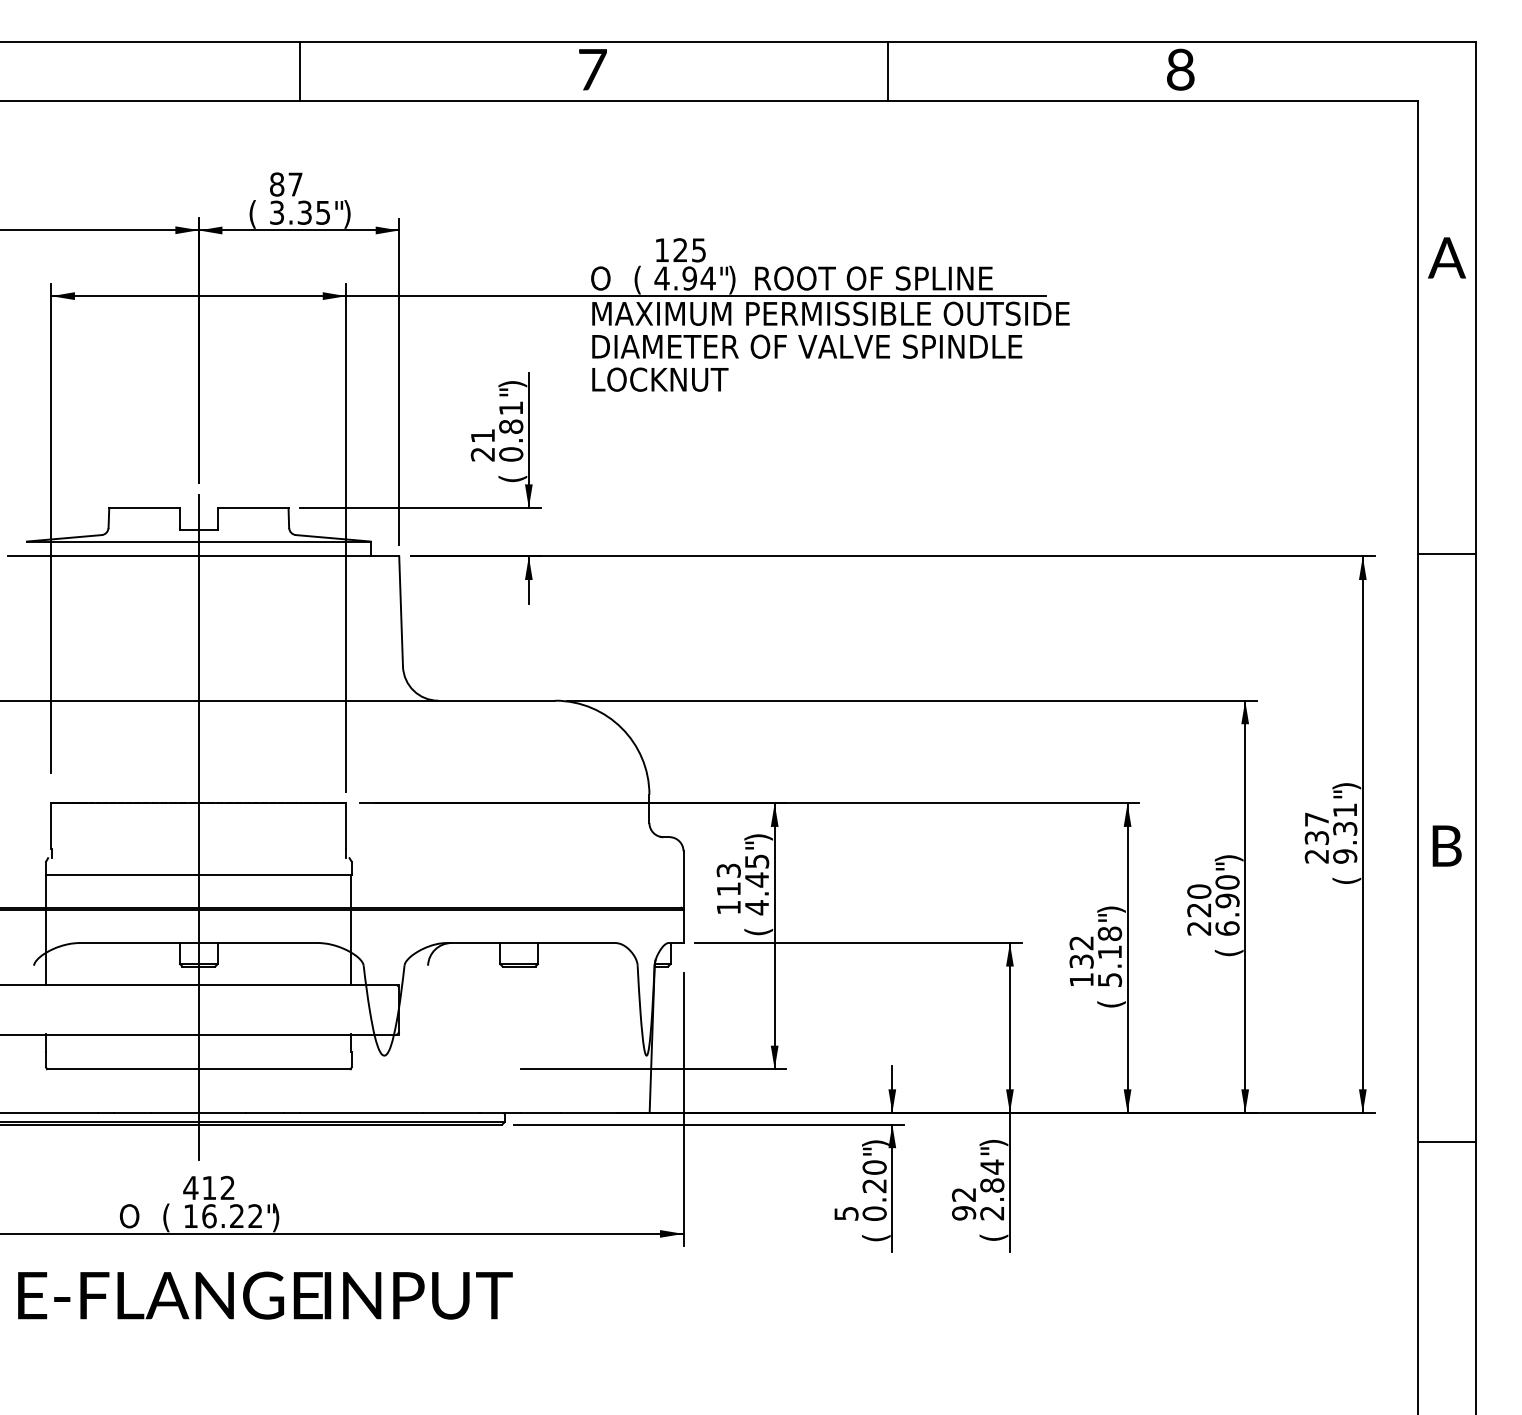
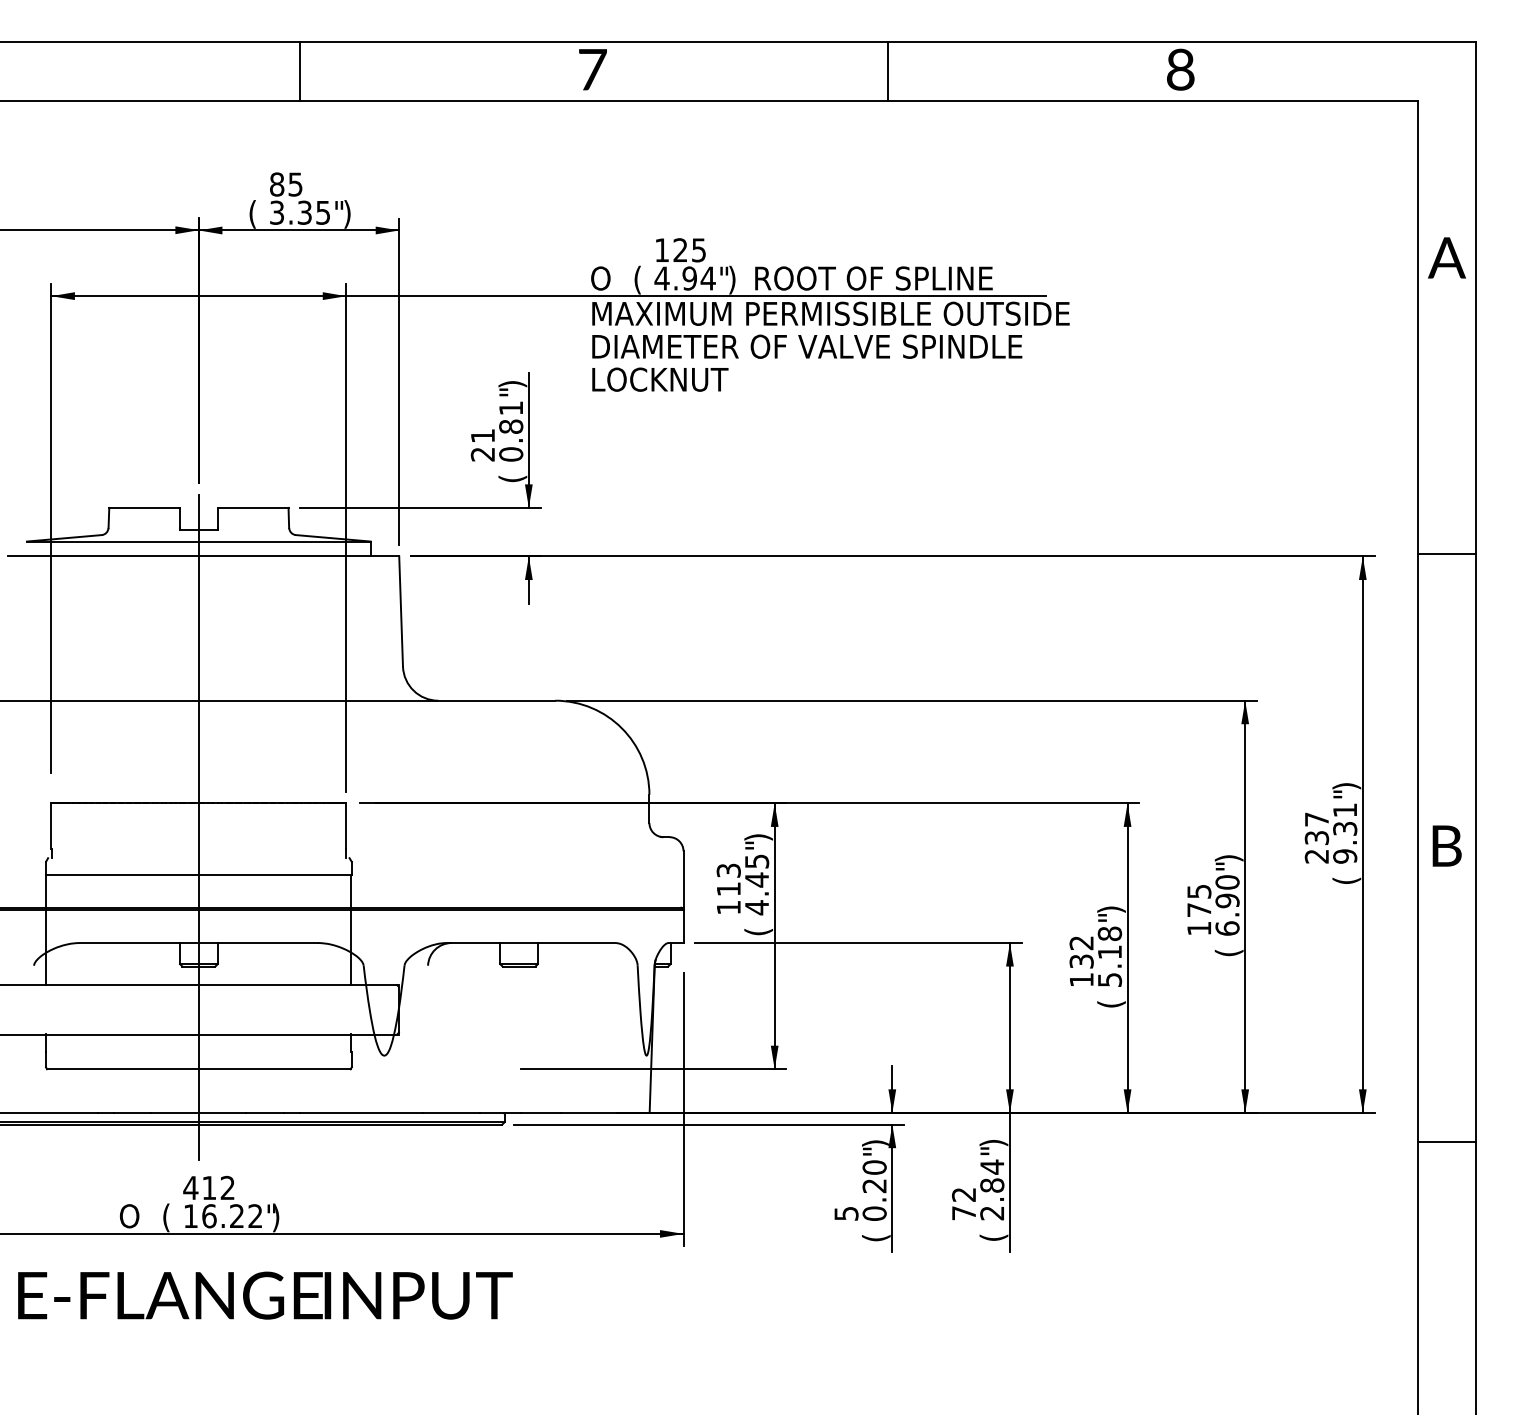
text at (295, 184): 87 -> 85
text at (1199, 909): 220 -> 175
text at (964, 1213): 92 -> 72
